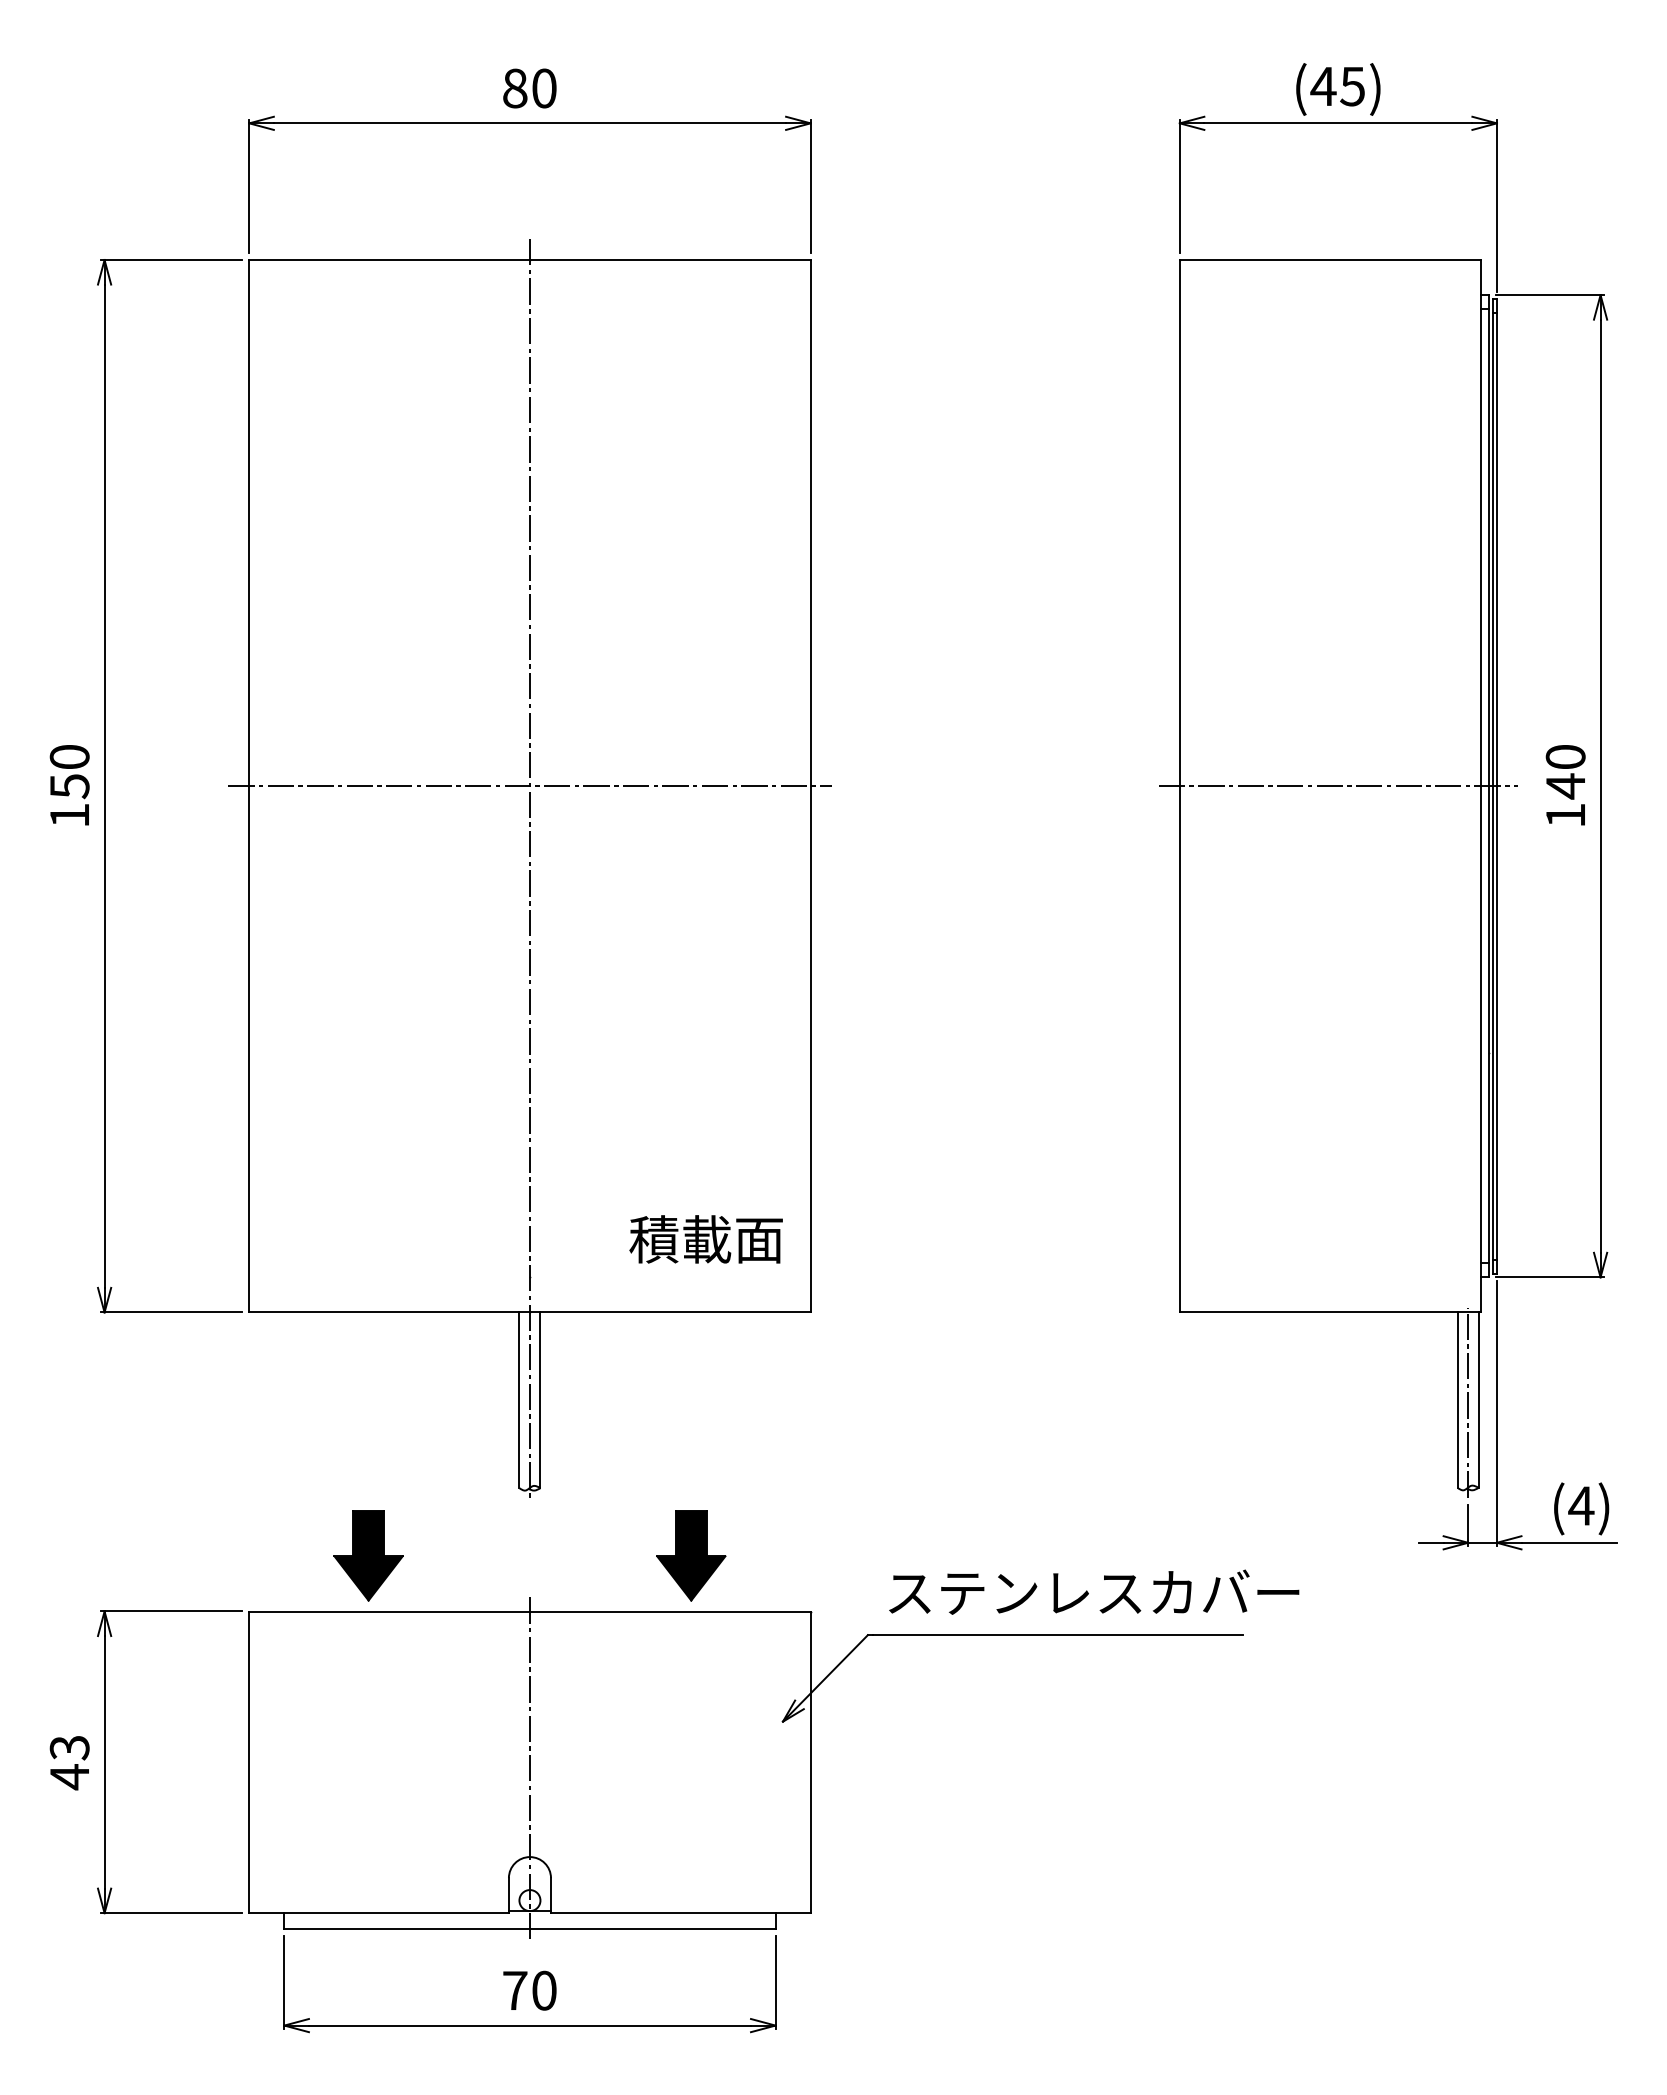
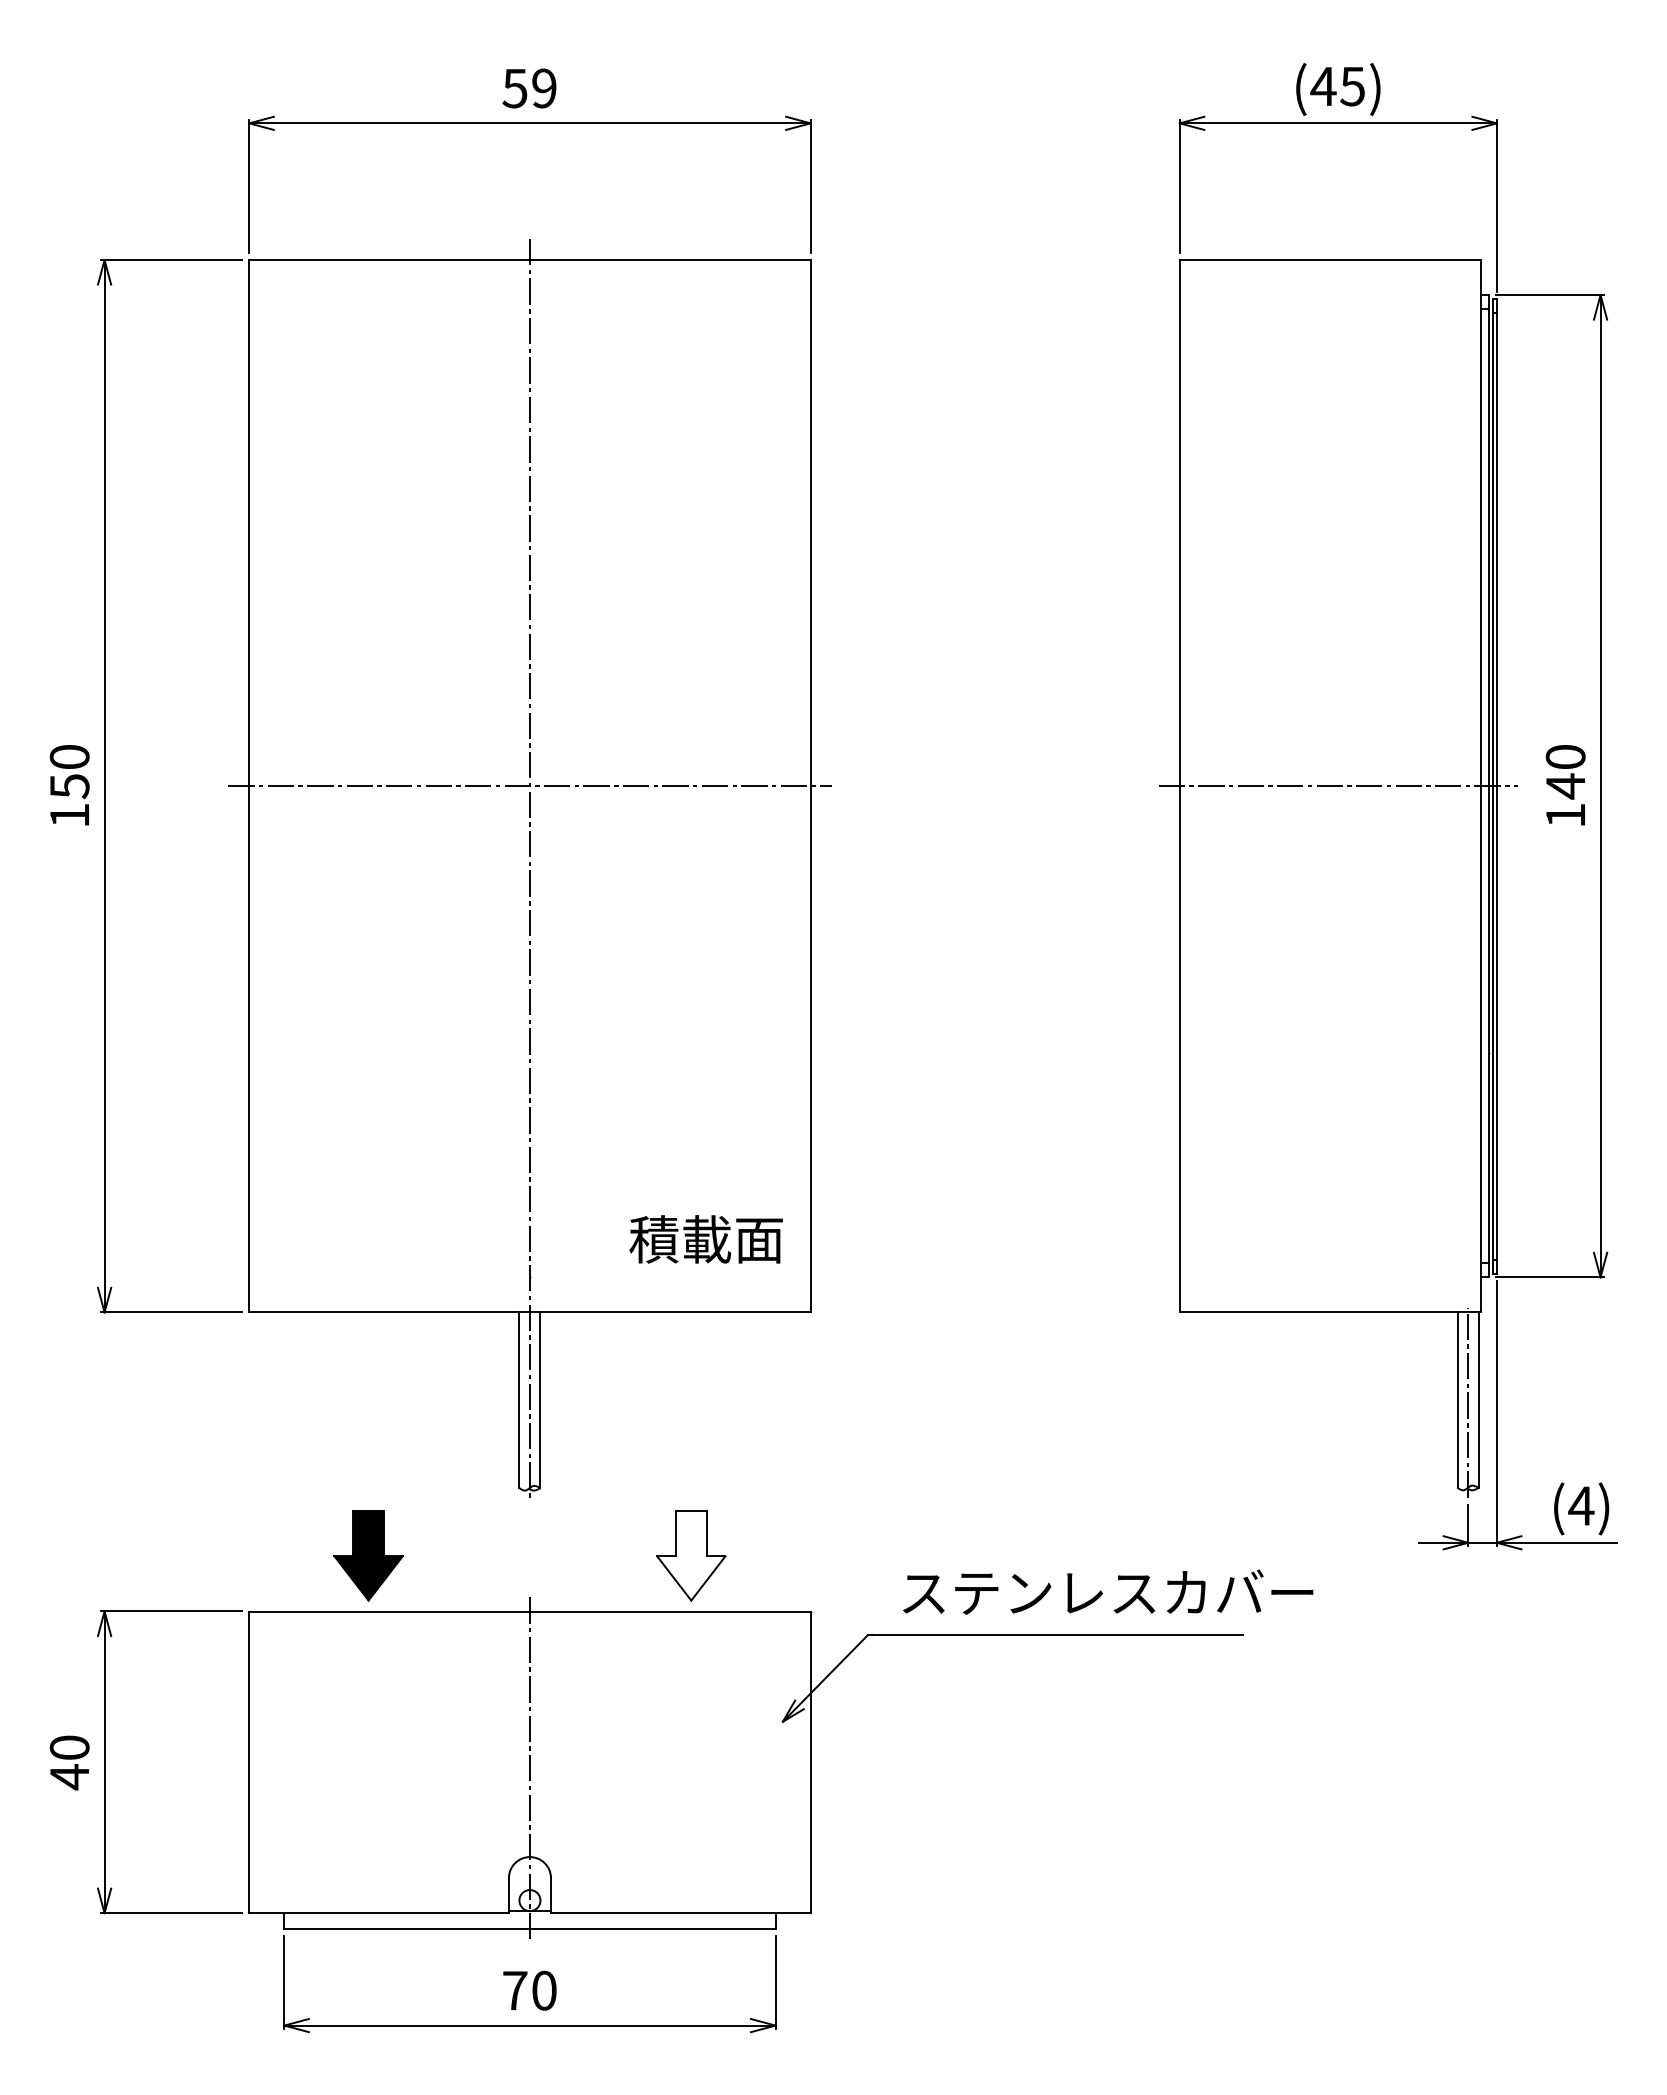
text at (529, 88): 80 -> 59
fill at (691, 1555): present -> none
text at (1094, 1591) position: (1094, 1591) -> (1108, 1591)
text at (69, 1747): 43 -> 40
